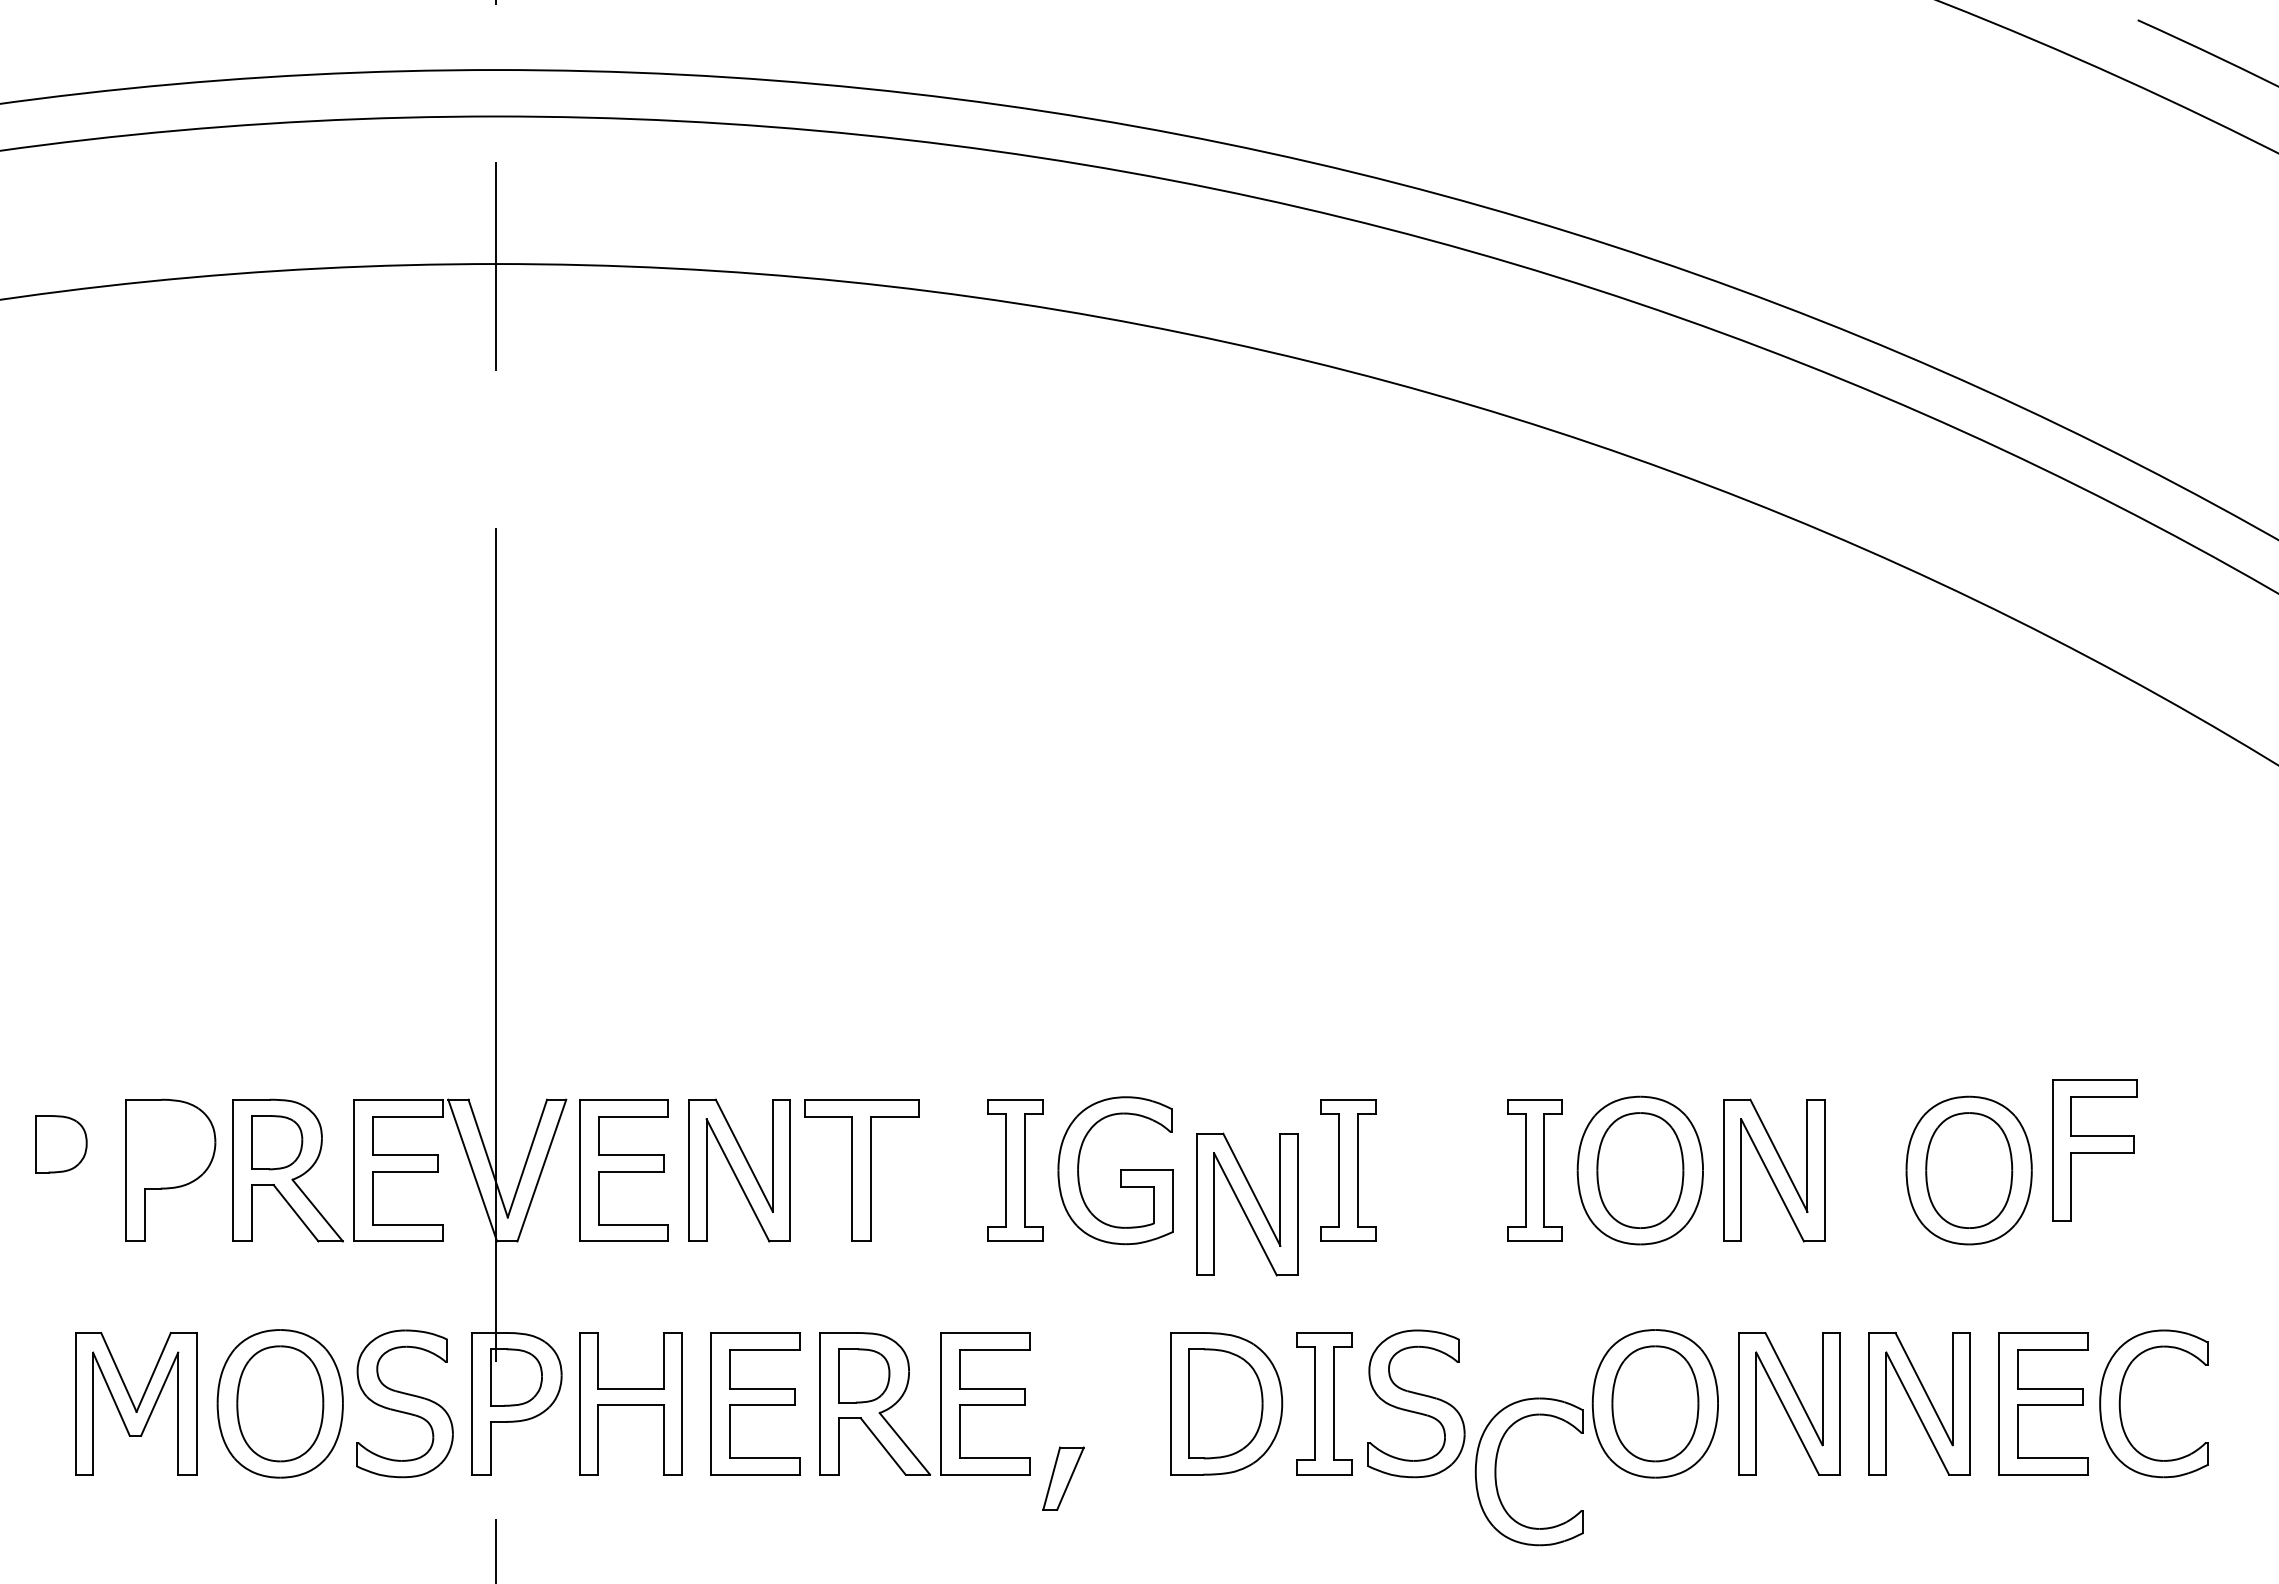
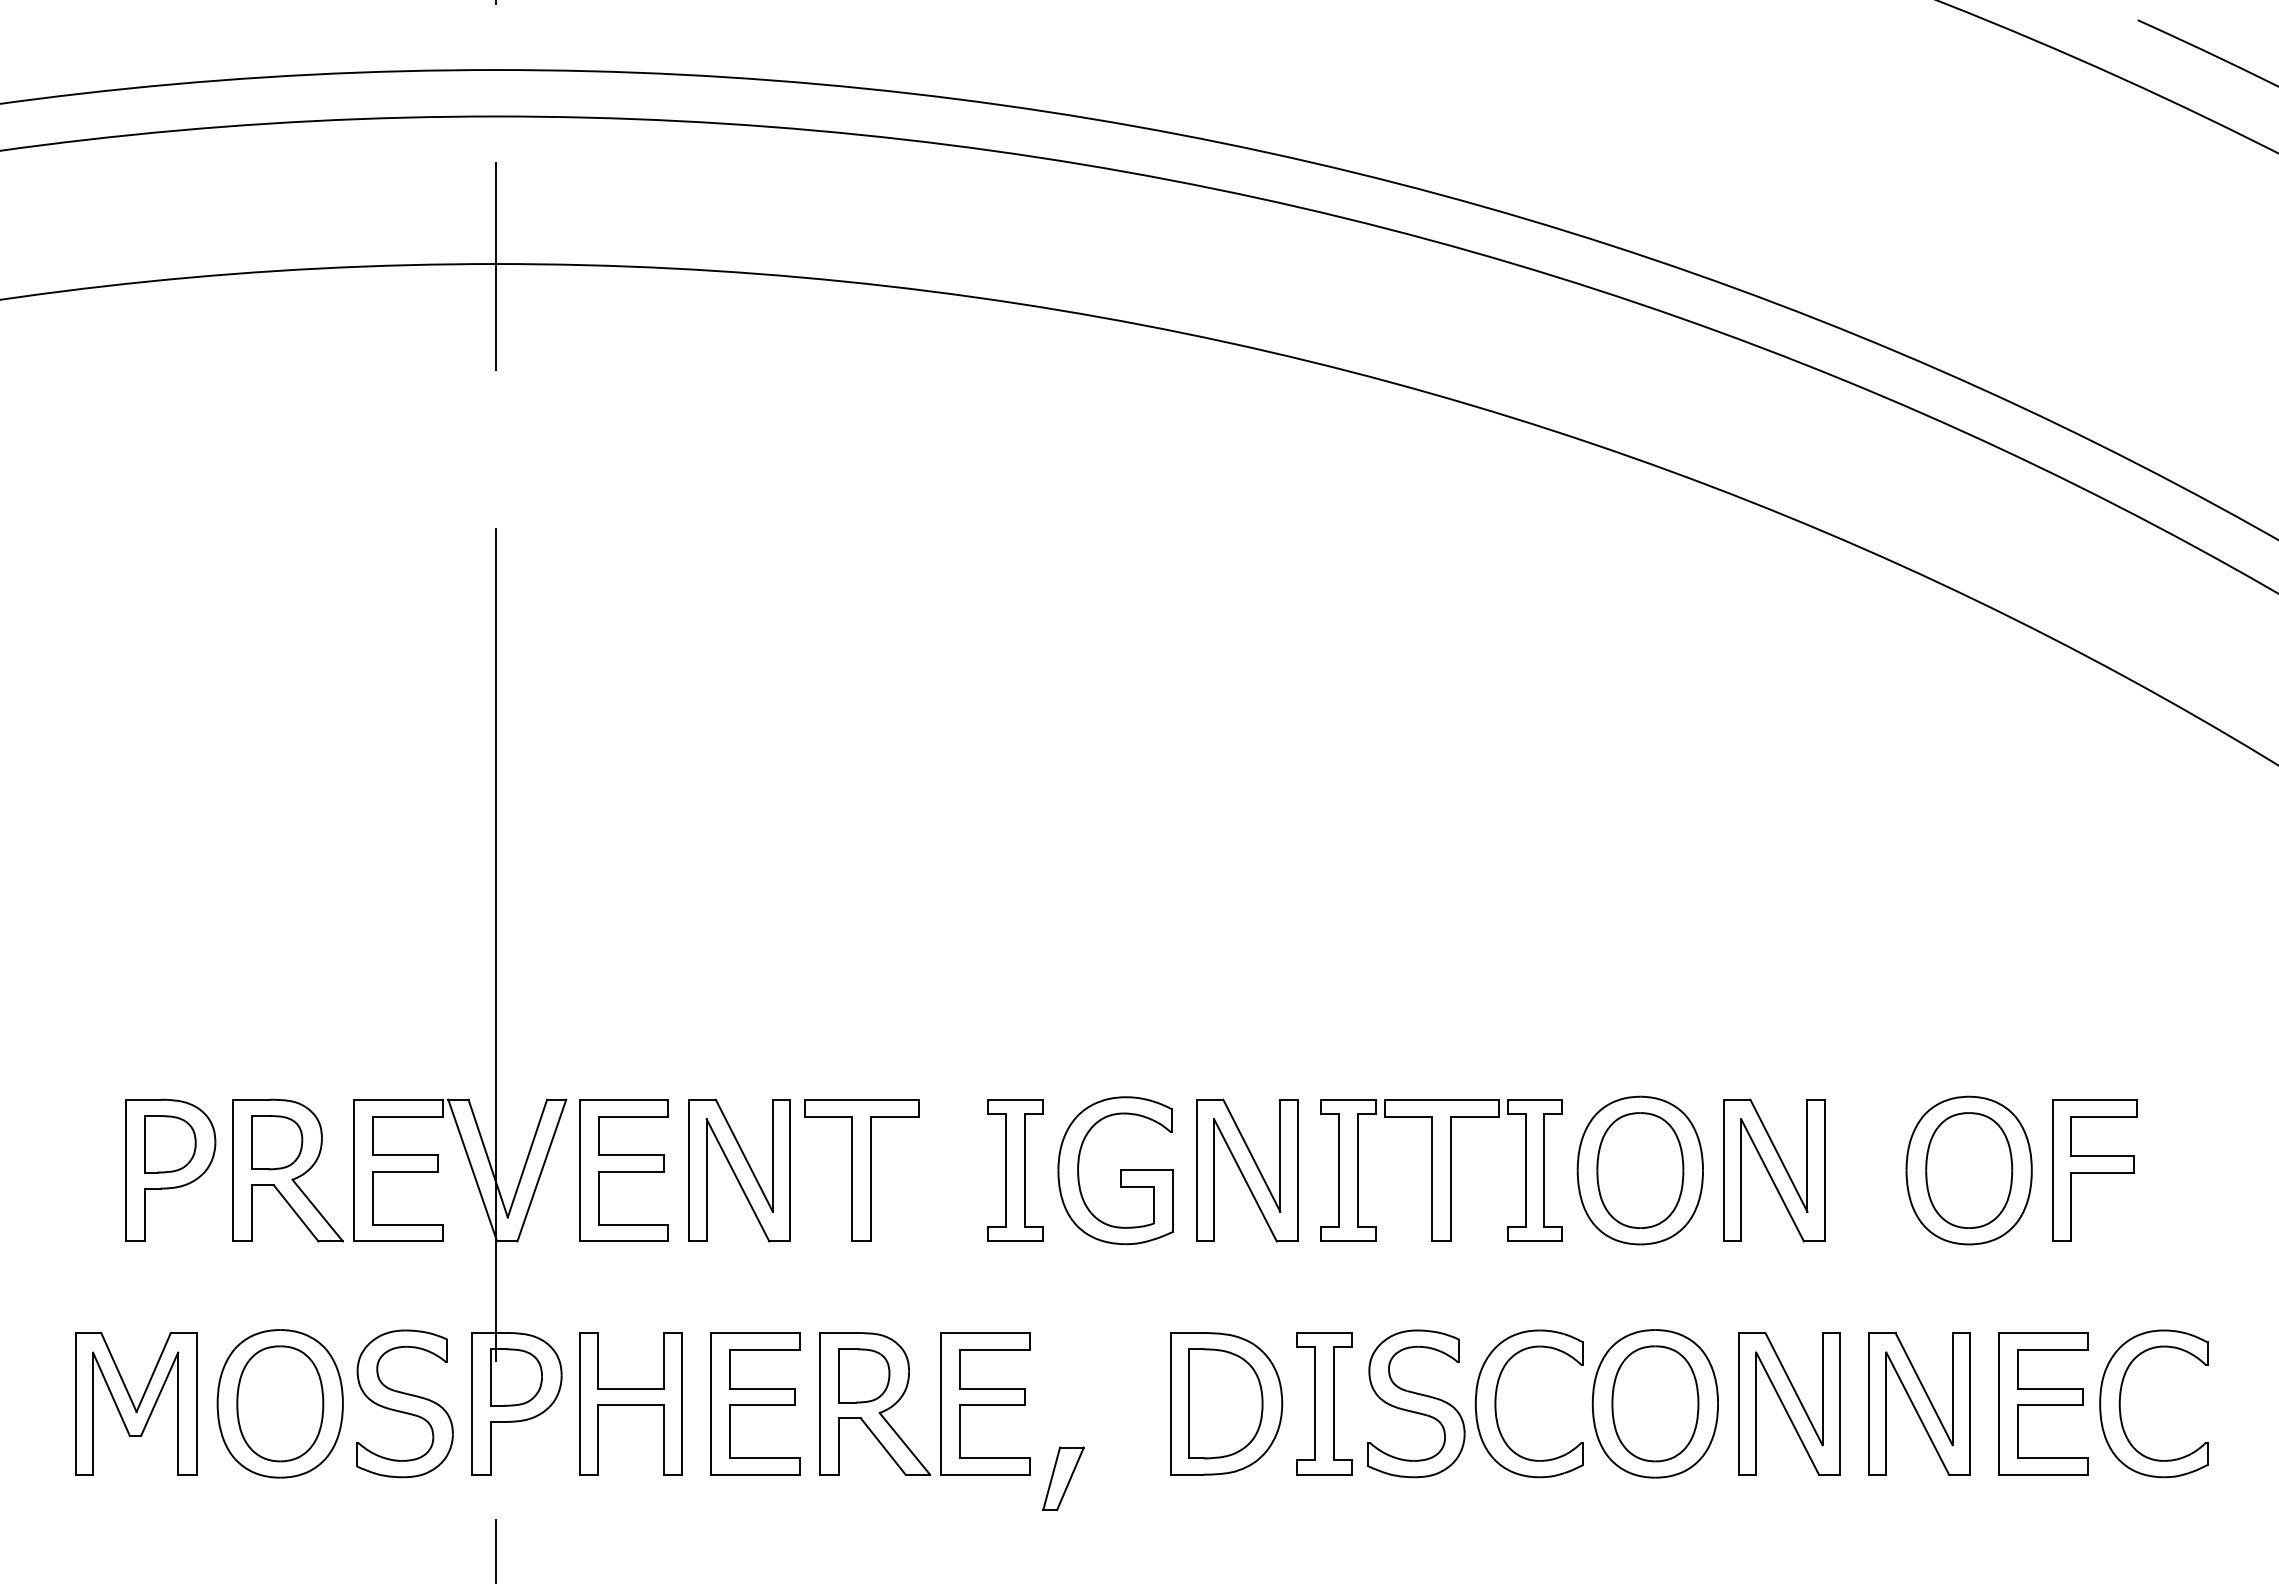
part at (61, 1144) position: (61, 1144) -> (170, 1144)
part at (2094, 1150) position: (2094, 1150) -> (2094, 1170)
part at (1441, 1170): none -> present
part at (1247, 1204) position: (1247, 1204) -> (1247, 1170)
part at (1496, 1471) position: (1496, 1471) -> (1496, 1403)
